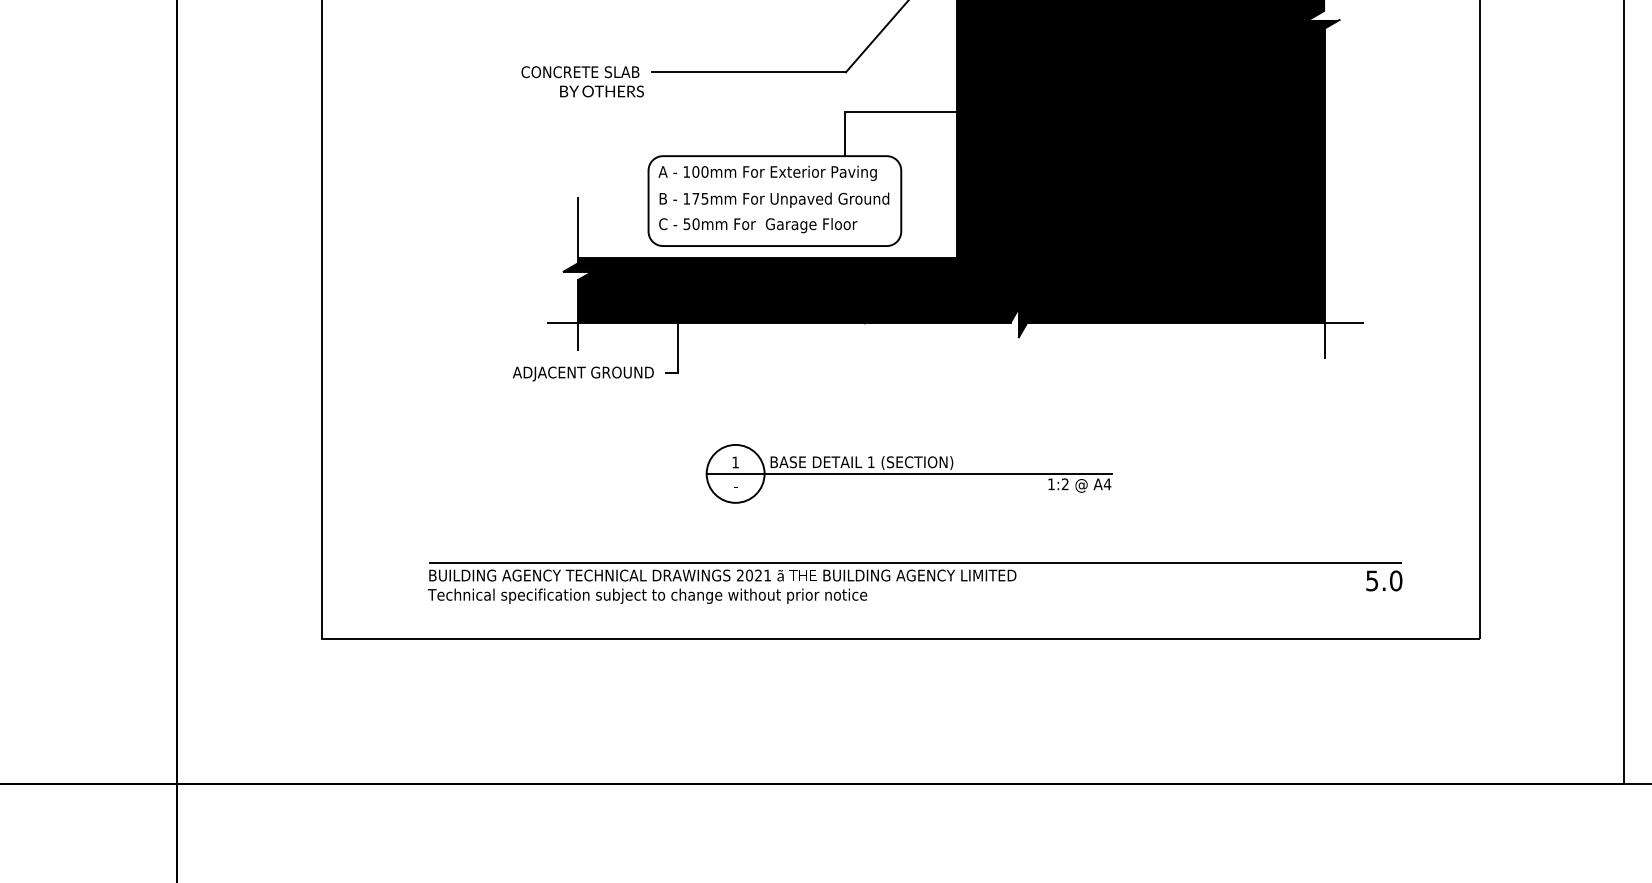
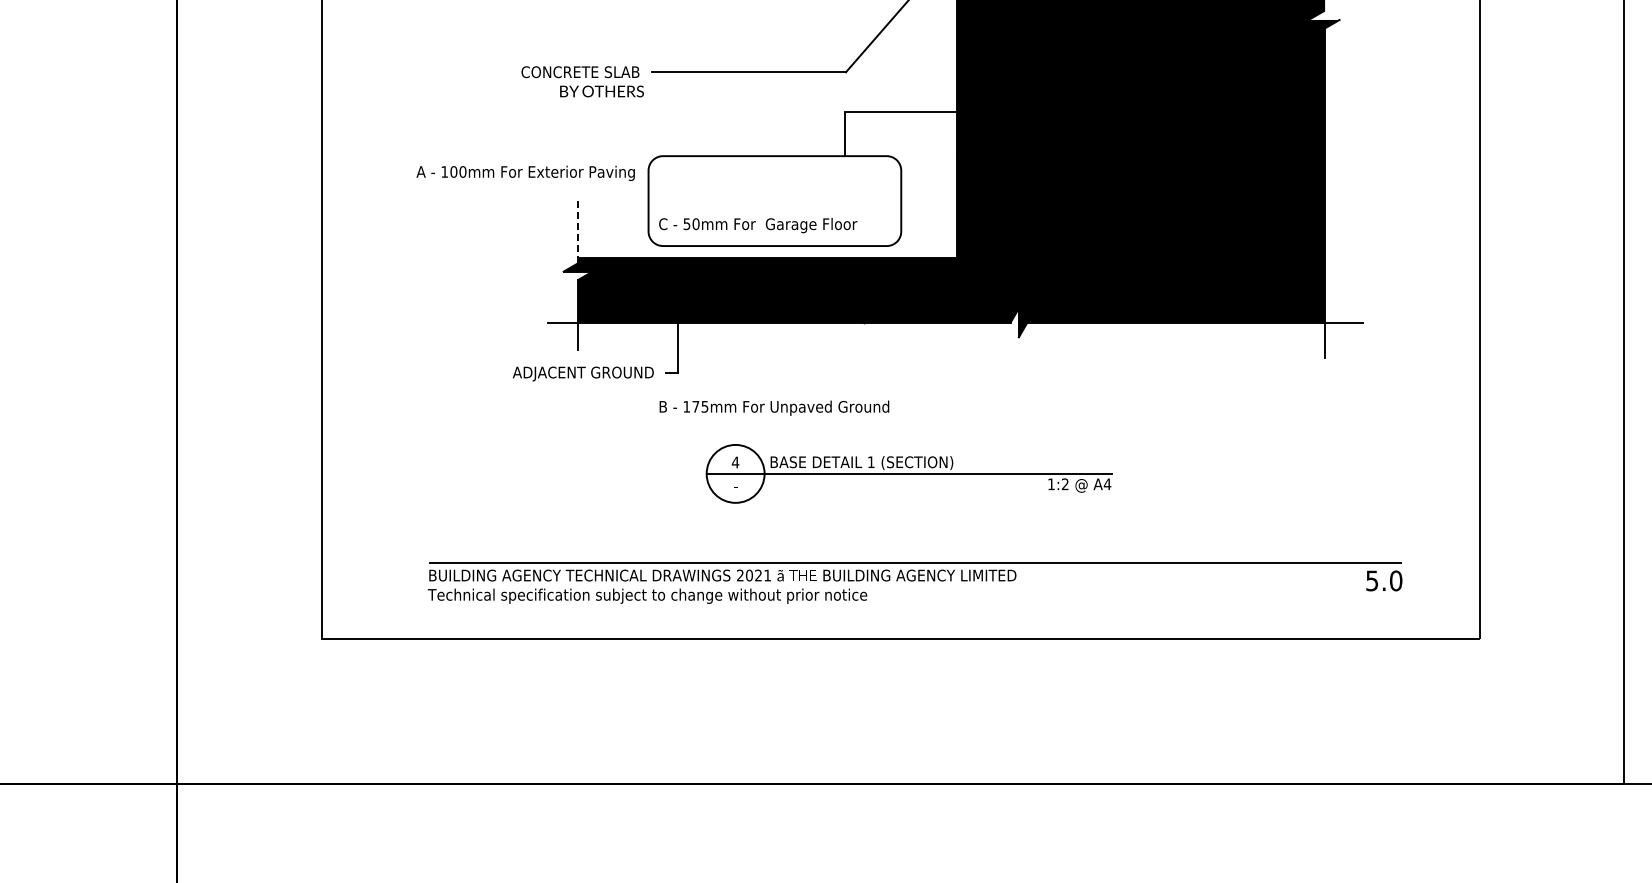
text at (767, 172) position: (767, 172) -> (525, 172)
text at (774, 199) position: (774, 199) -> (774, 407)
line at (578, 230): solid -> dashed
text at (735, 462): 1 -> 4
